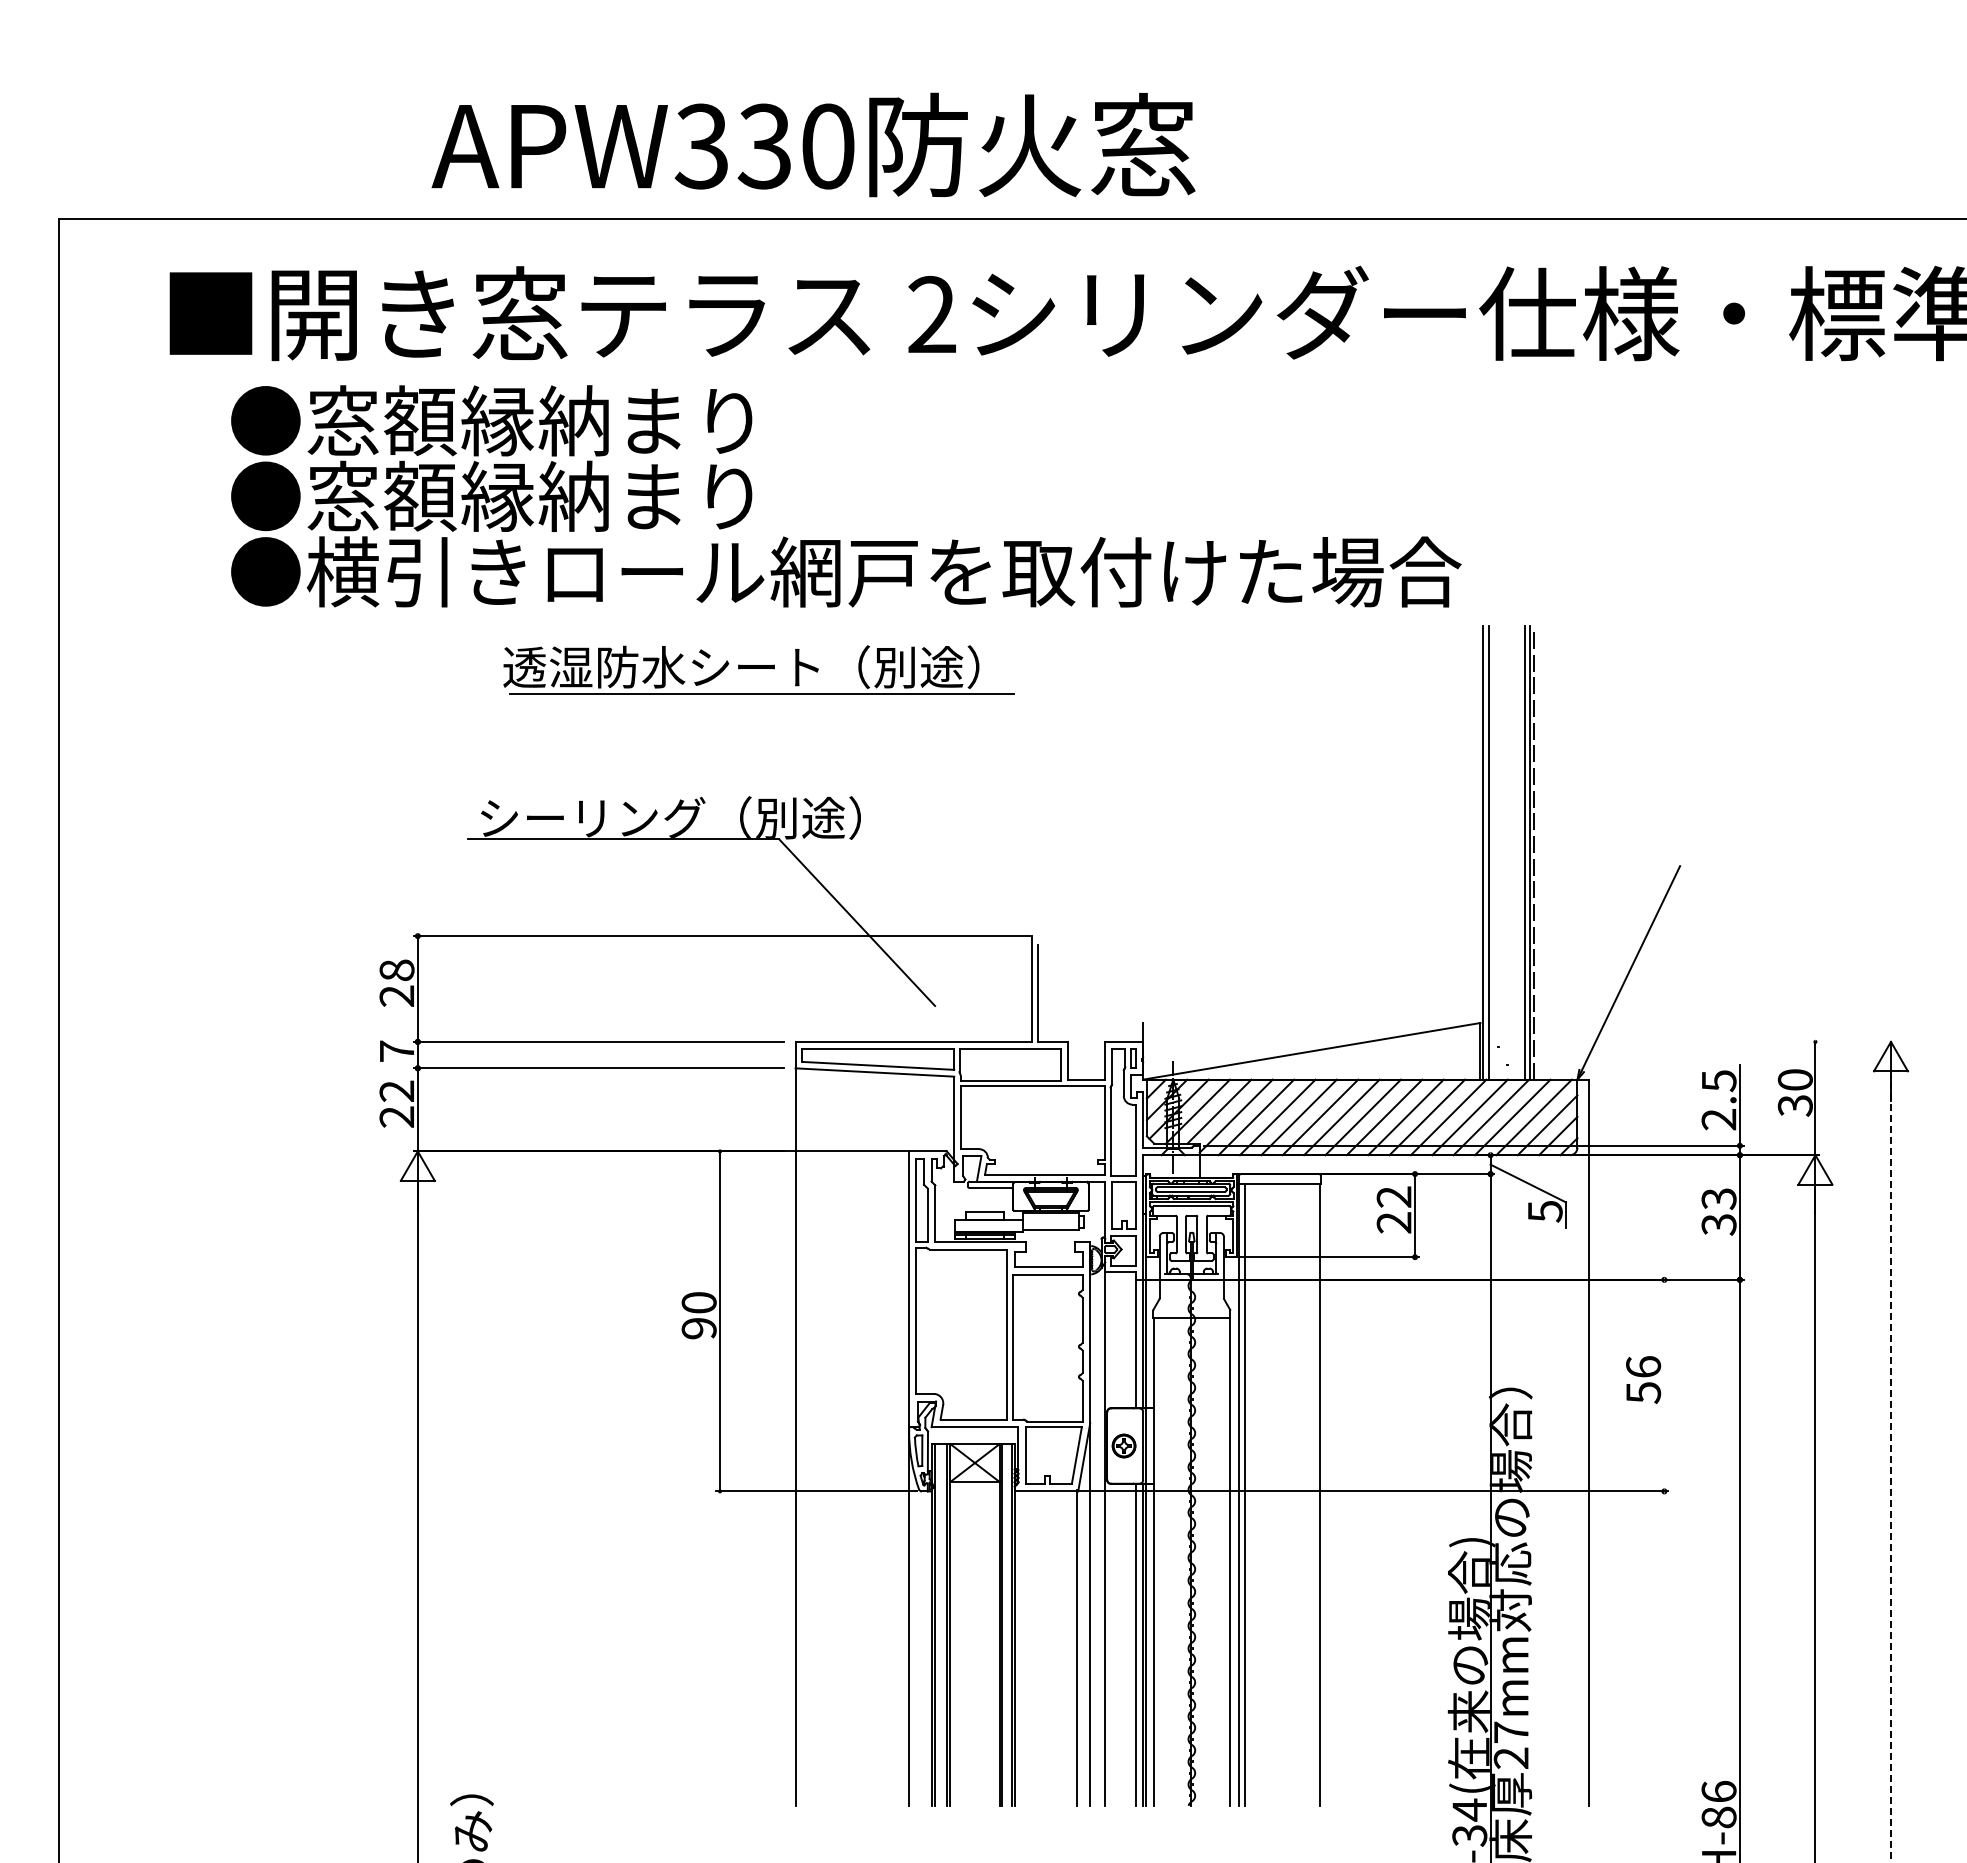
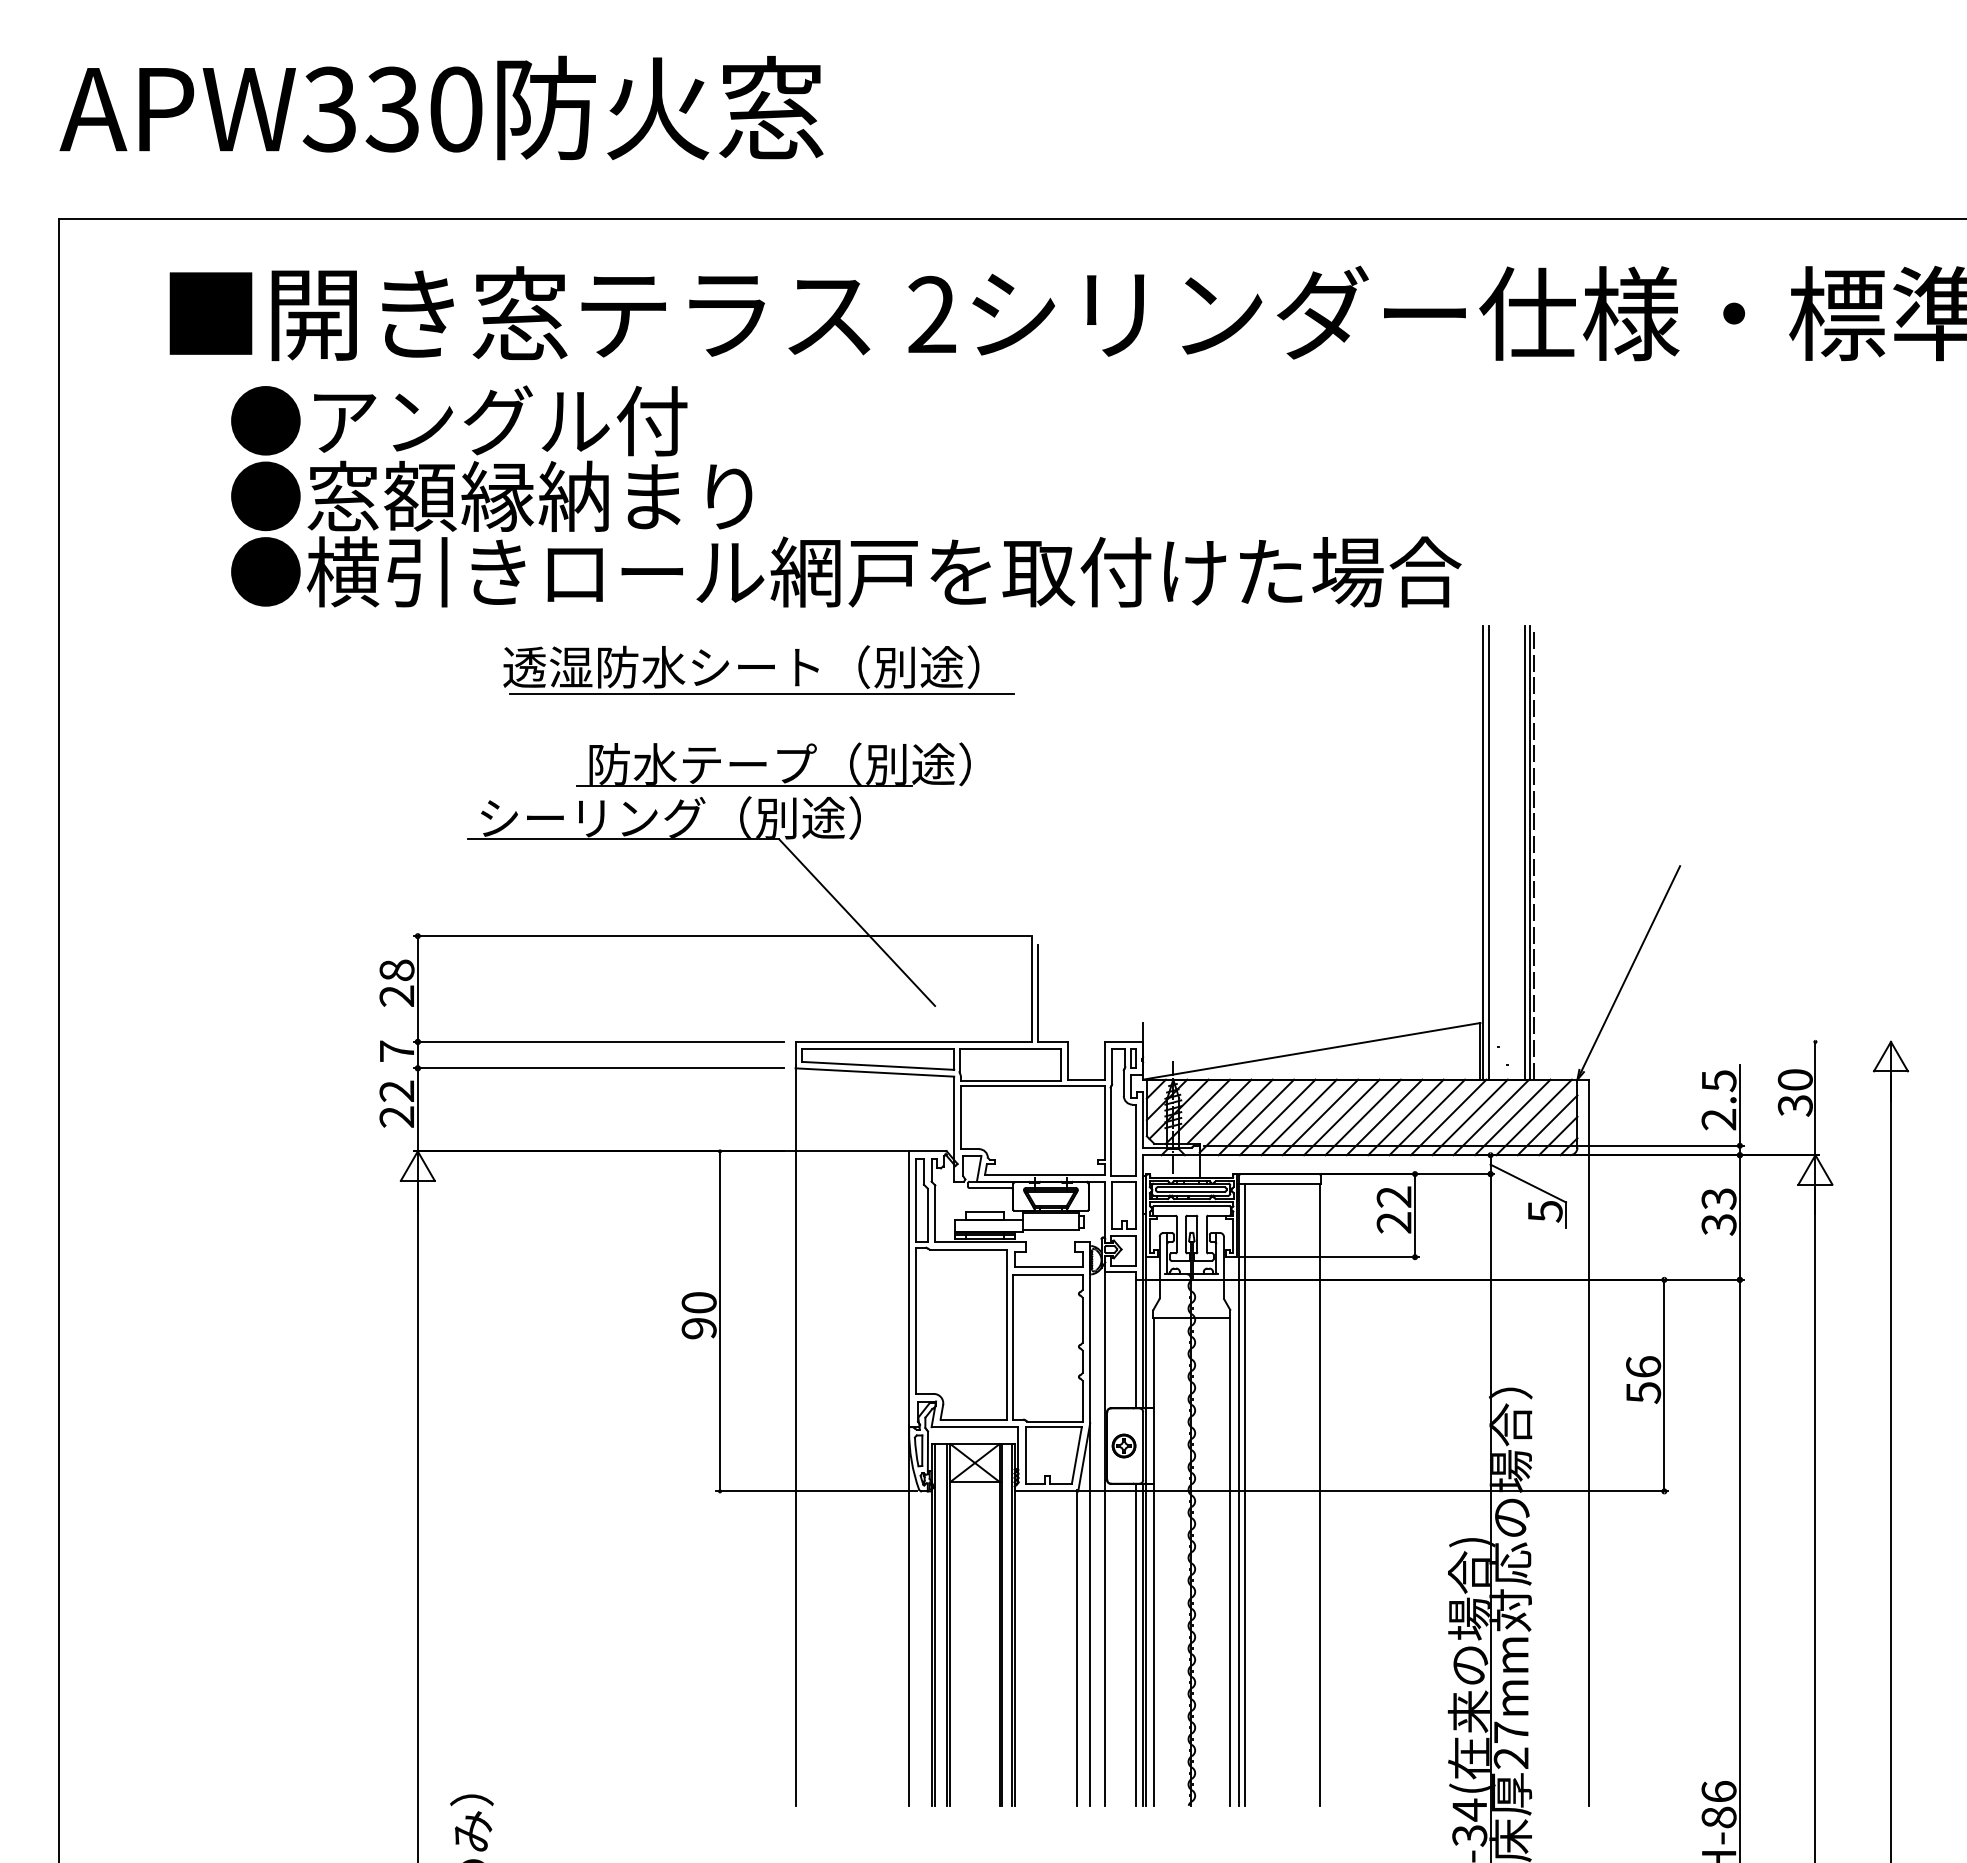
text at (813, 144) position: (813, 144) -> (441, 107)
text at (529, 420): ●窓額縁納まり -> ●アングル付
part at (766, 764): none -> present
line at (1664, 1385): none -> present
line at (1890, 1468): dashed -> solid
